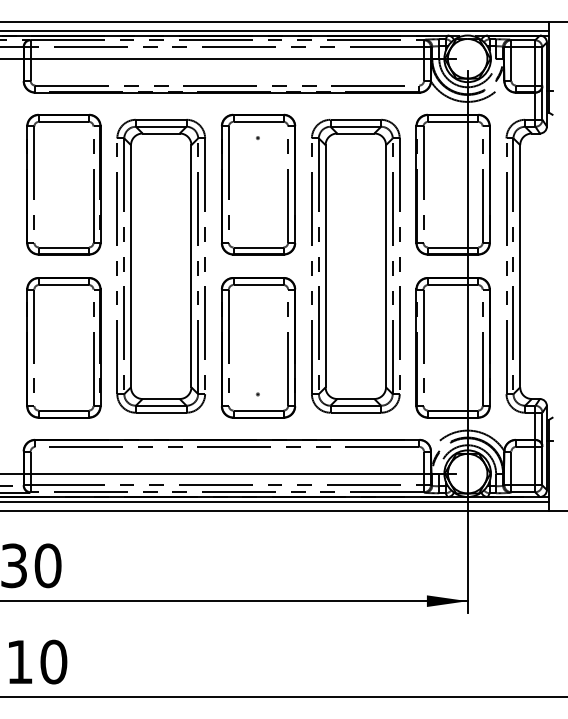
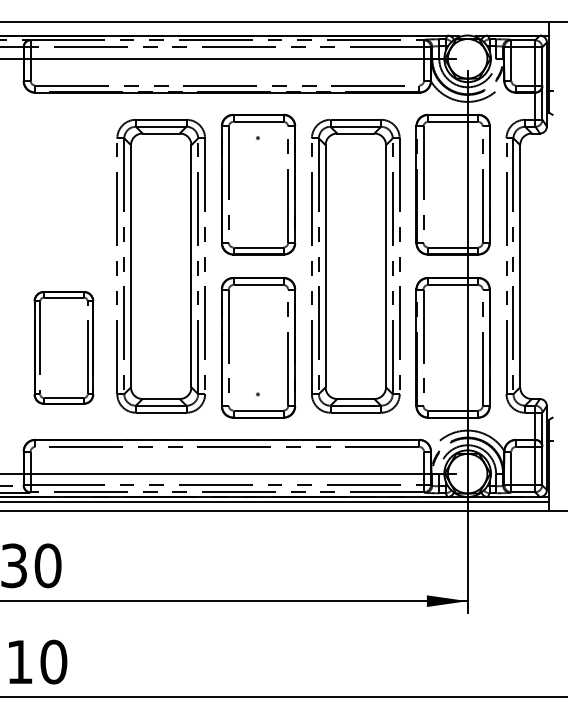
line at (275, 30): present -> none
part at (63, 184): present -> none
part at (63, 347) size: 76x142 px -> 62x114 px
